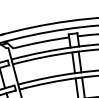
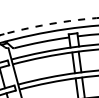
arc at (49, 24): solid -> dashed
